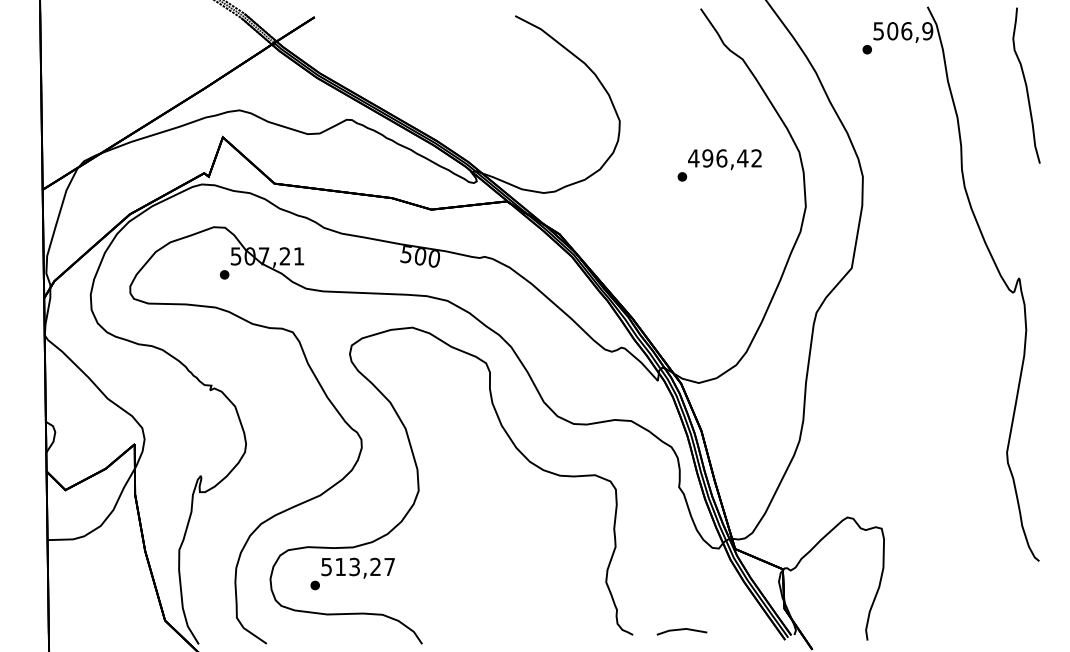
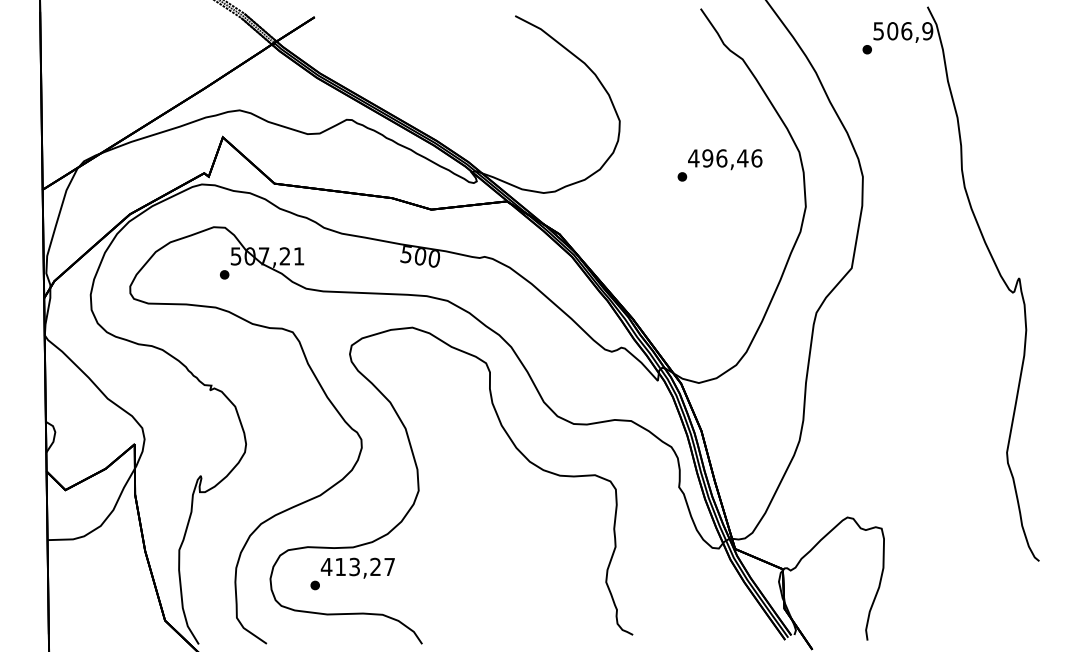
curve at (1026, 85): present -> none
text at (756, 158): 496,42 -> 496,46
text at (326, 567): 513,27 -> 413,27
line at (681, 630): present -> none
